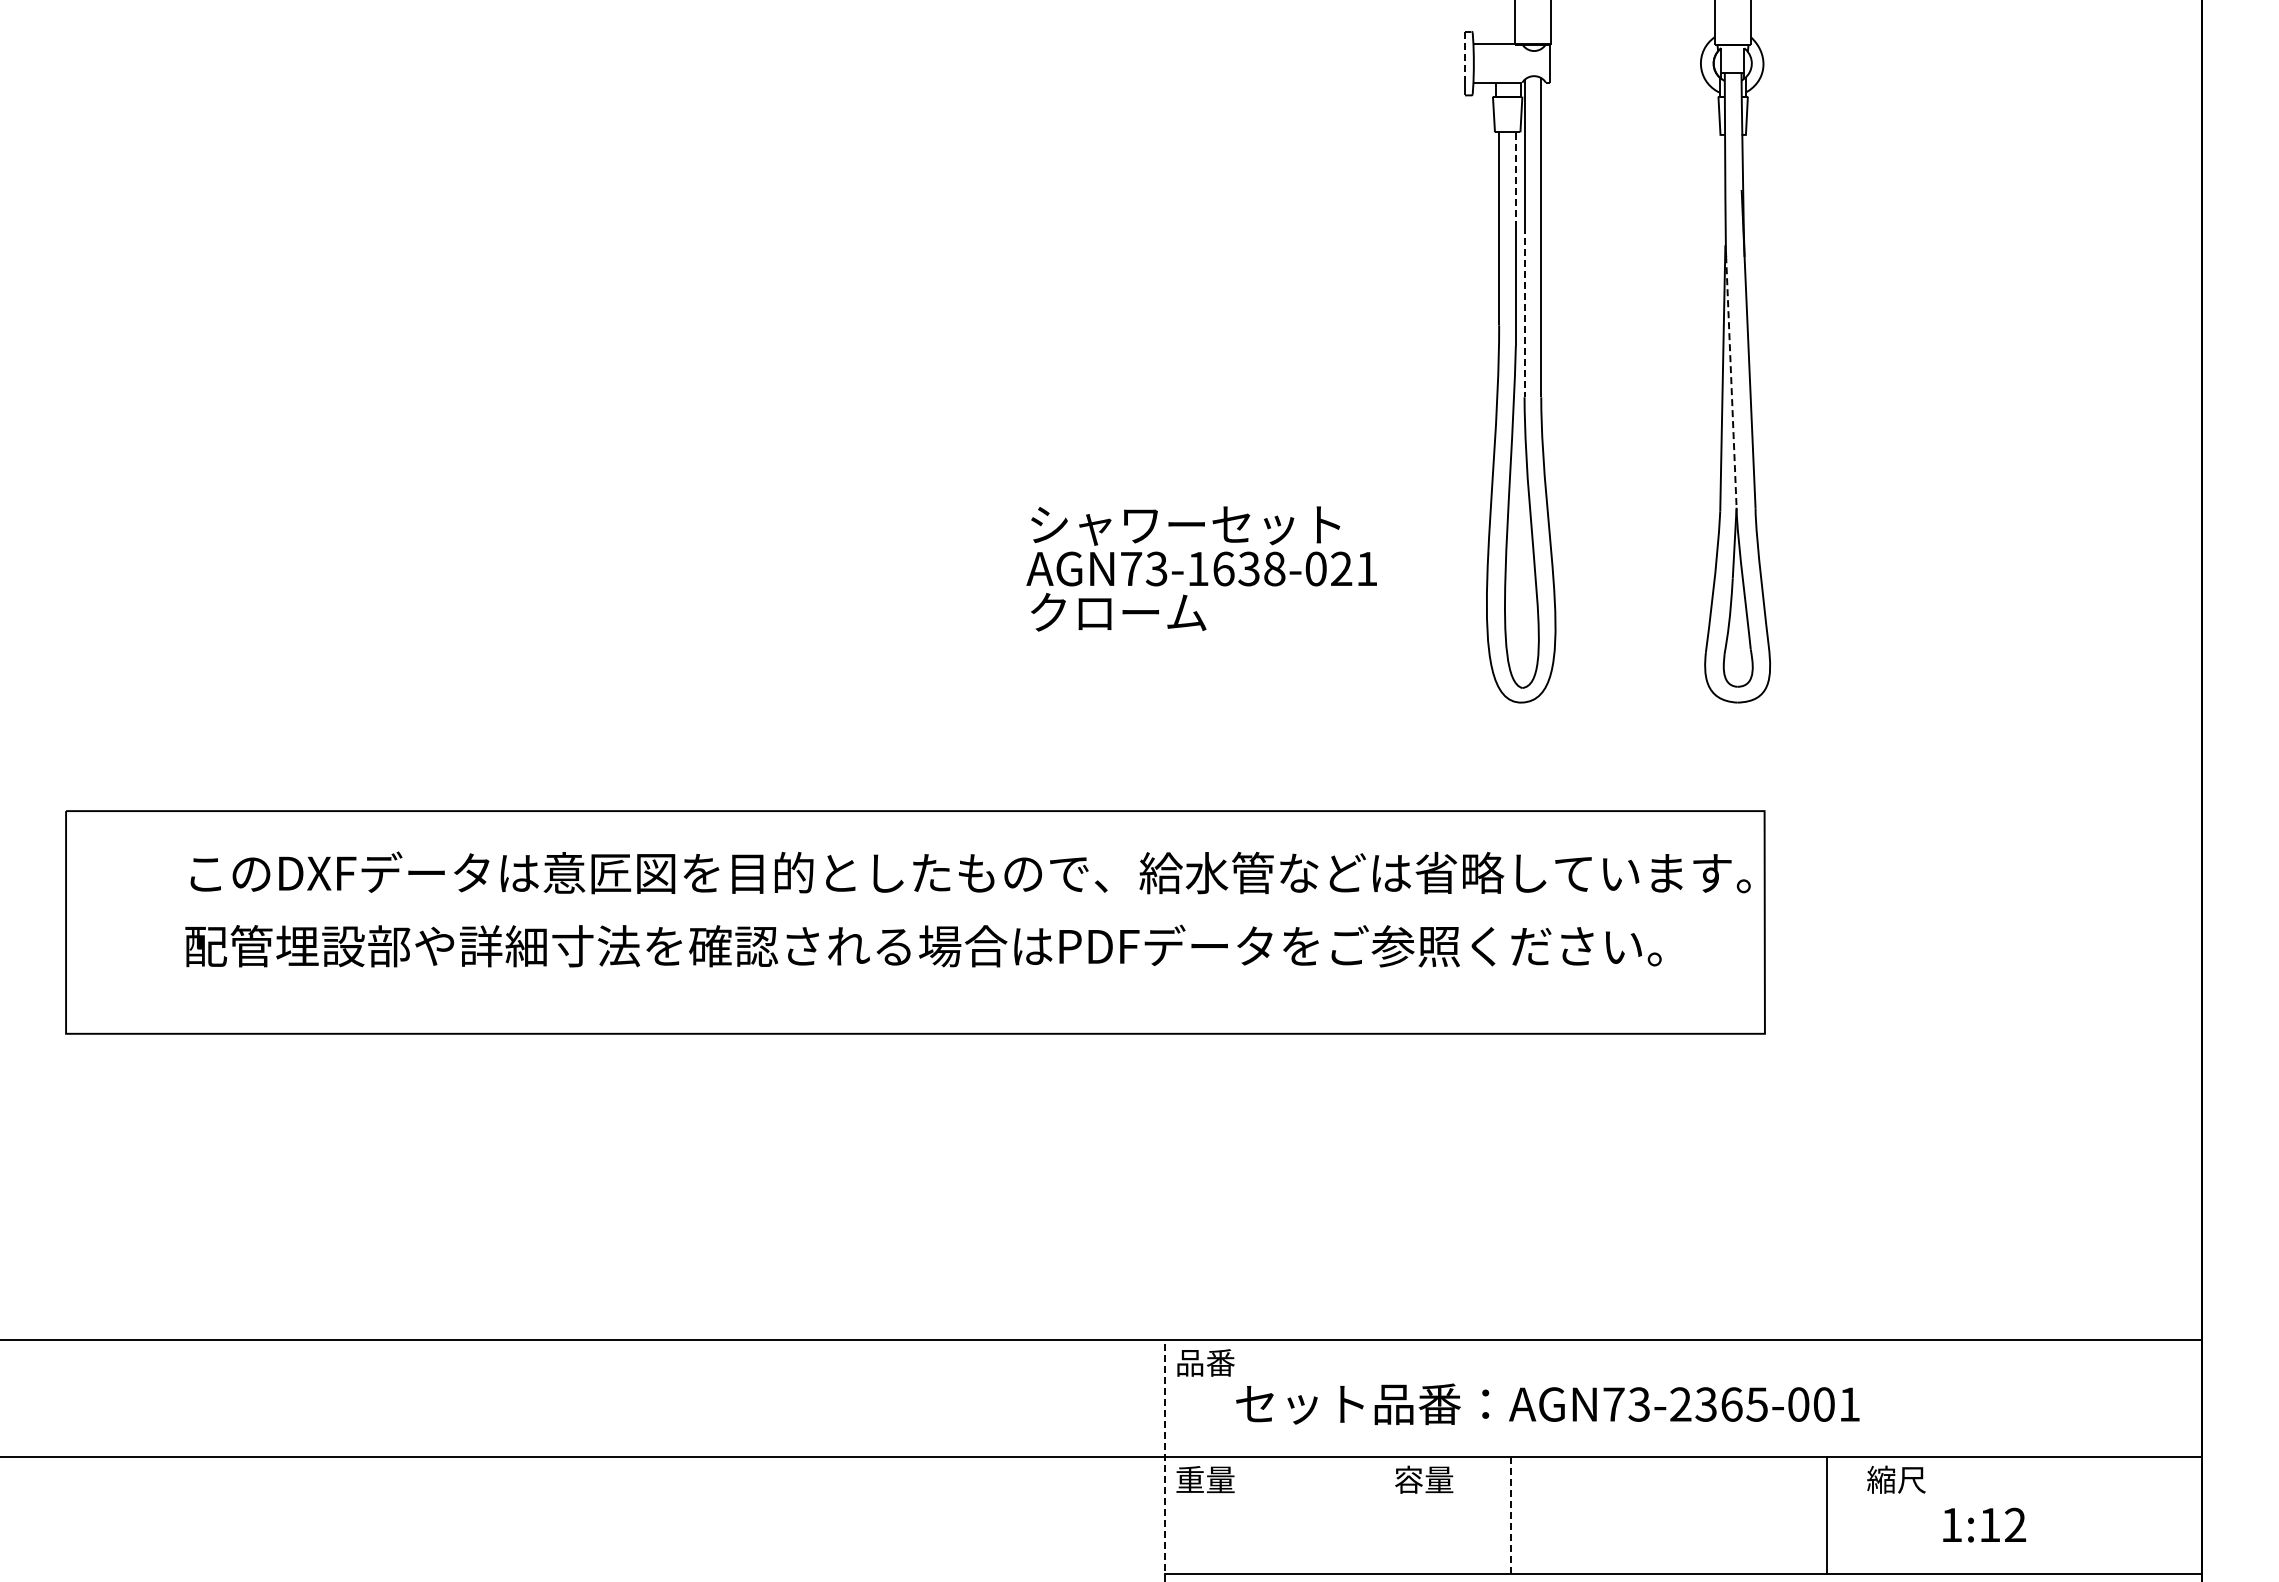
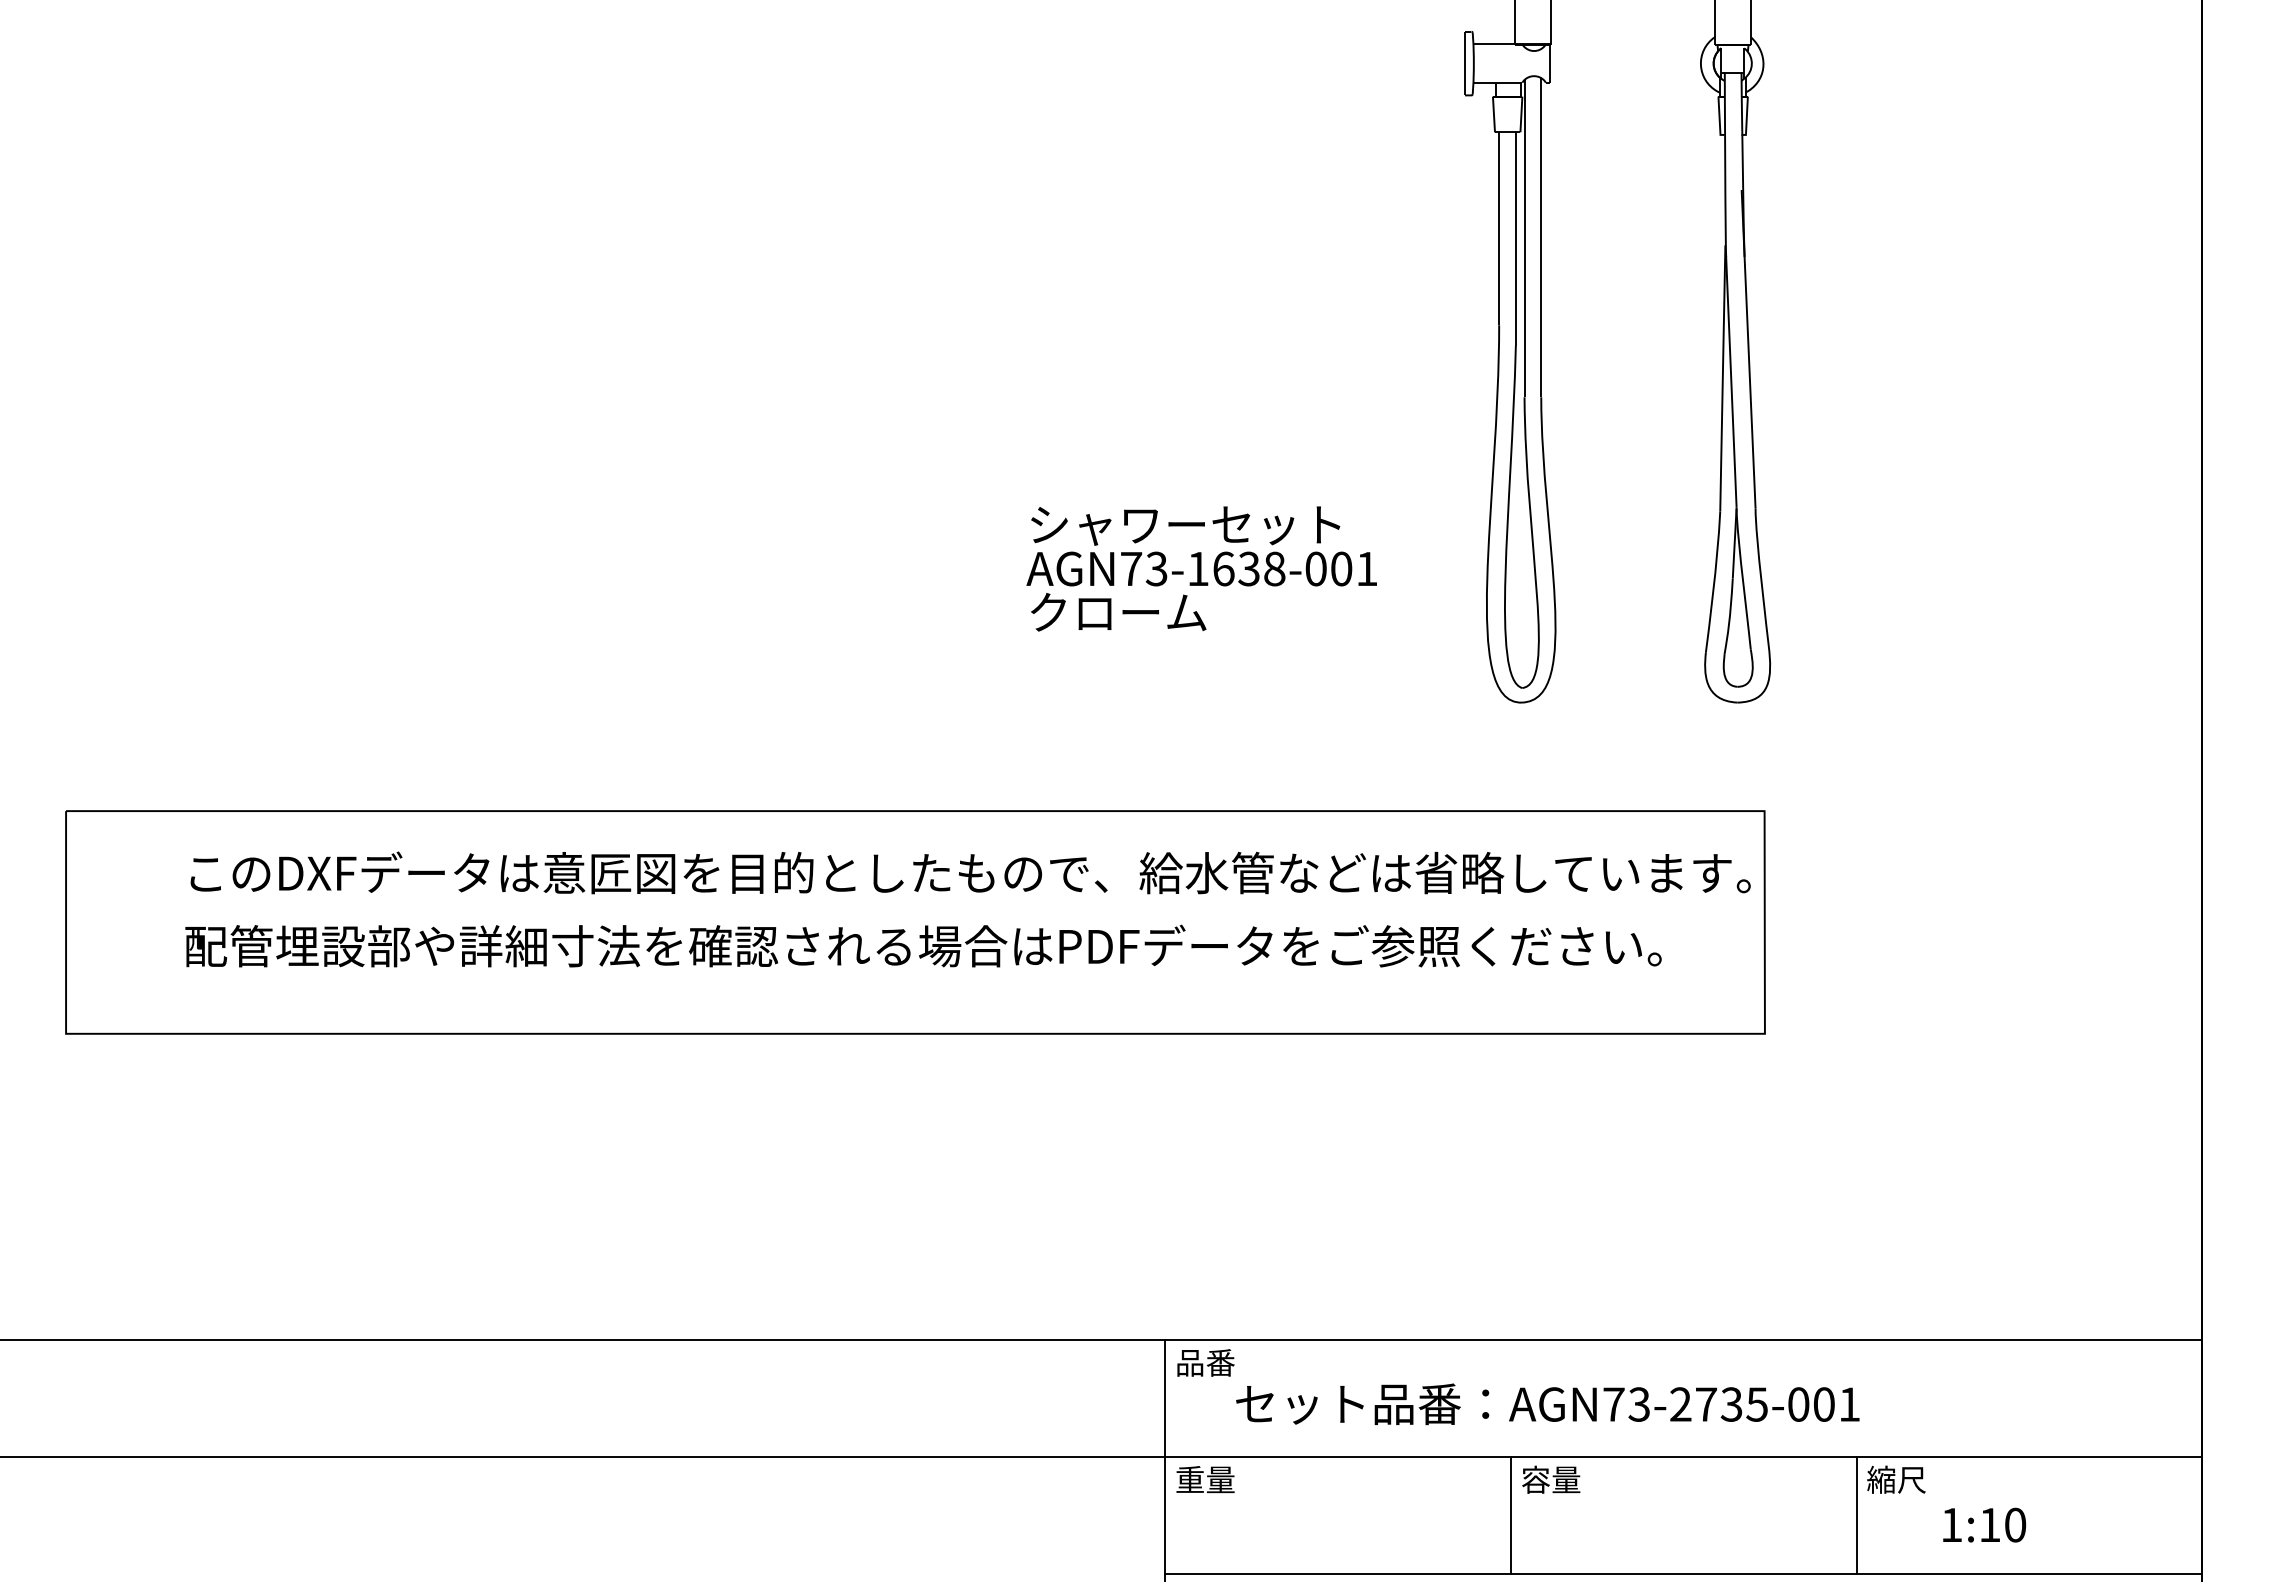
line at (1464, 55): dashed -> solid
line at (1515, 180): dashed -> solid
line at (1524, 312): dashed -> solid
line at (1731, 382): dashed -> solid
text at (1341, 568): AGN73-1638-021 -> AGN73-1638-001
text at (1718, 1404): AGN73-2365-001 -> AGN73-2735-001
line at (1165, 1461): dashed -> solid
text at (1424, 1479) position: (1424, 1479) -> (1551, 1479)
line at (1510, 1515): dashed -> solid
line at (1826, 1515) position: (1826, 1515) -> (1856, 1515)
text at (2015, 1524): 1:12 -> 1:10
